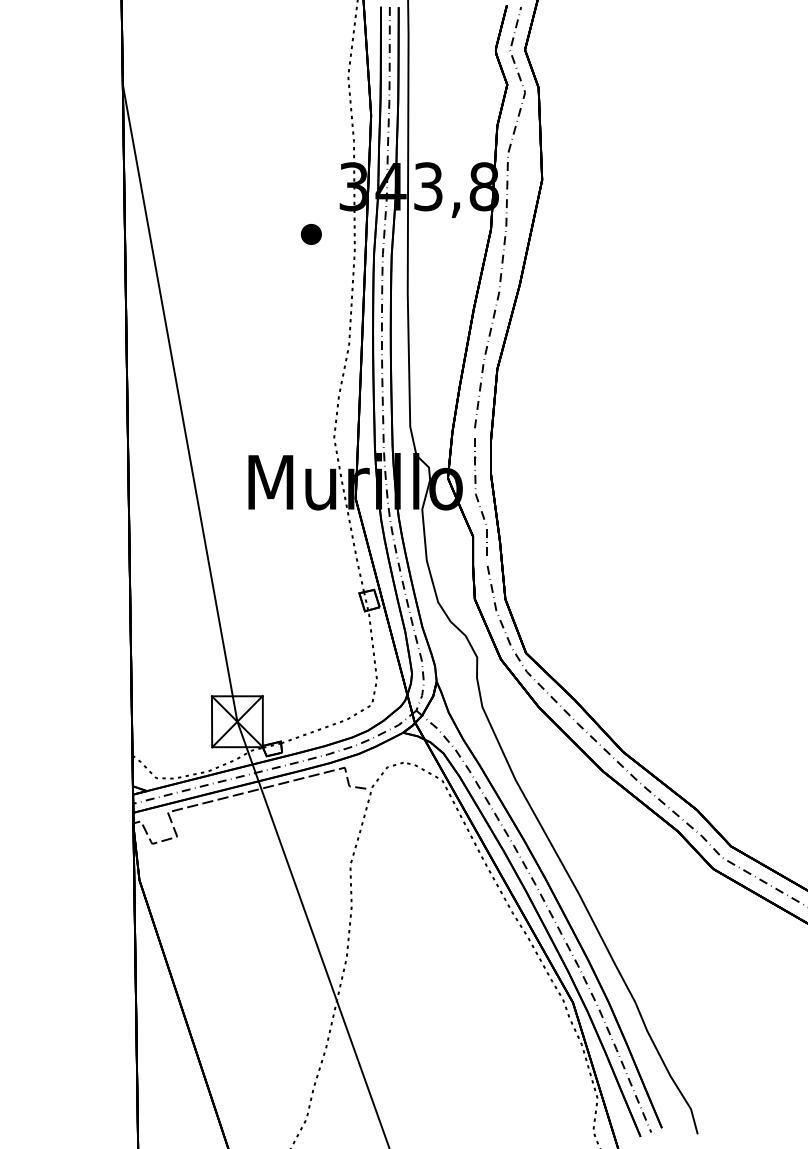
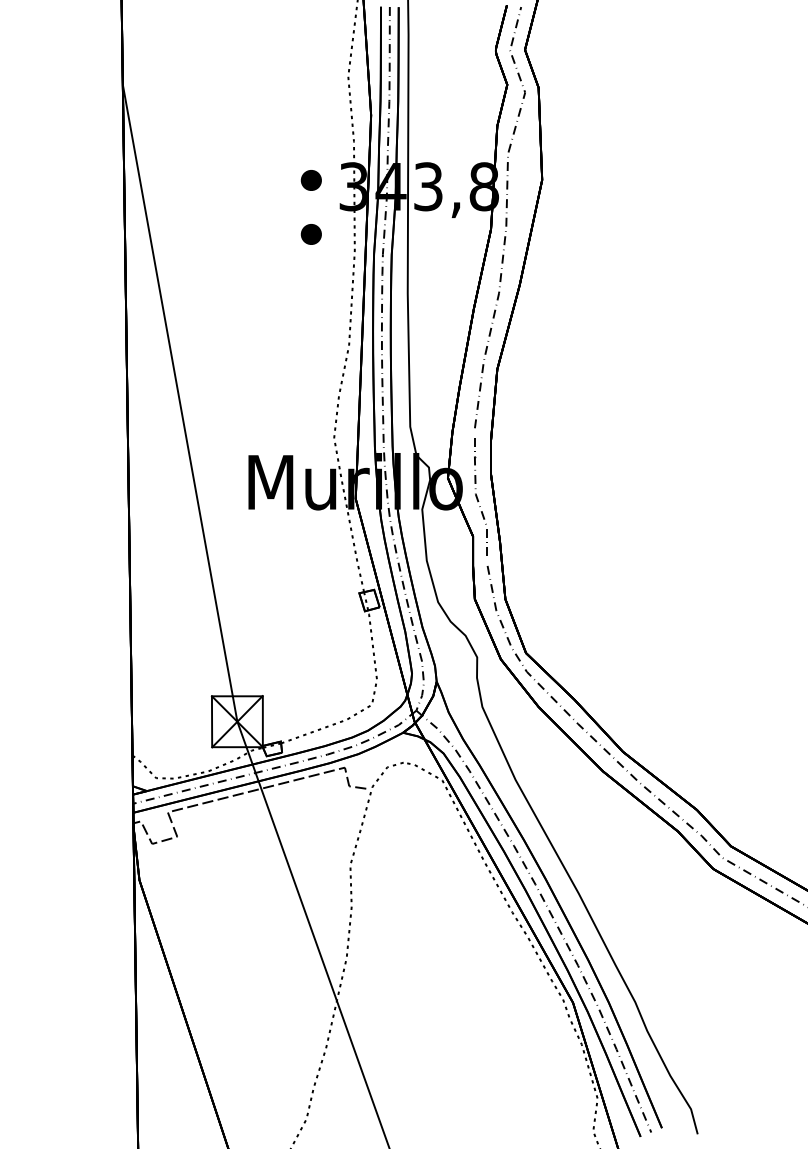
part at (310, 180): none -> present
